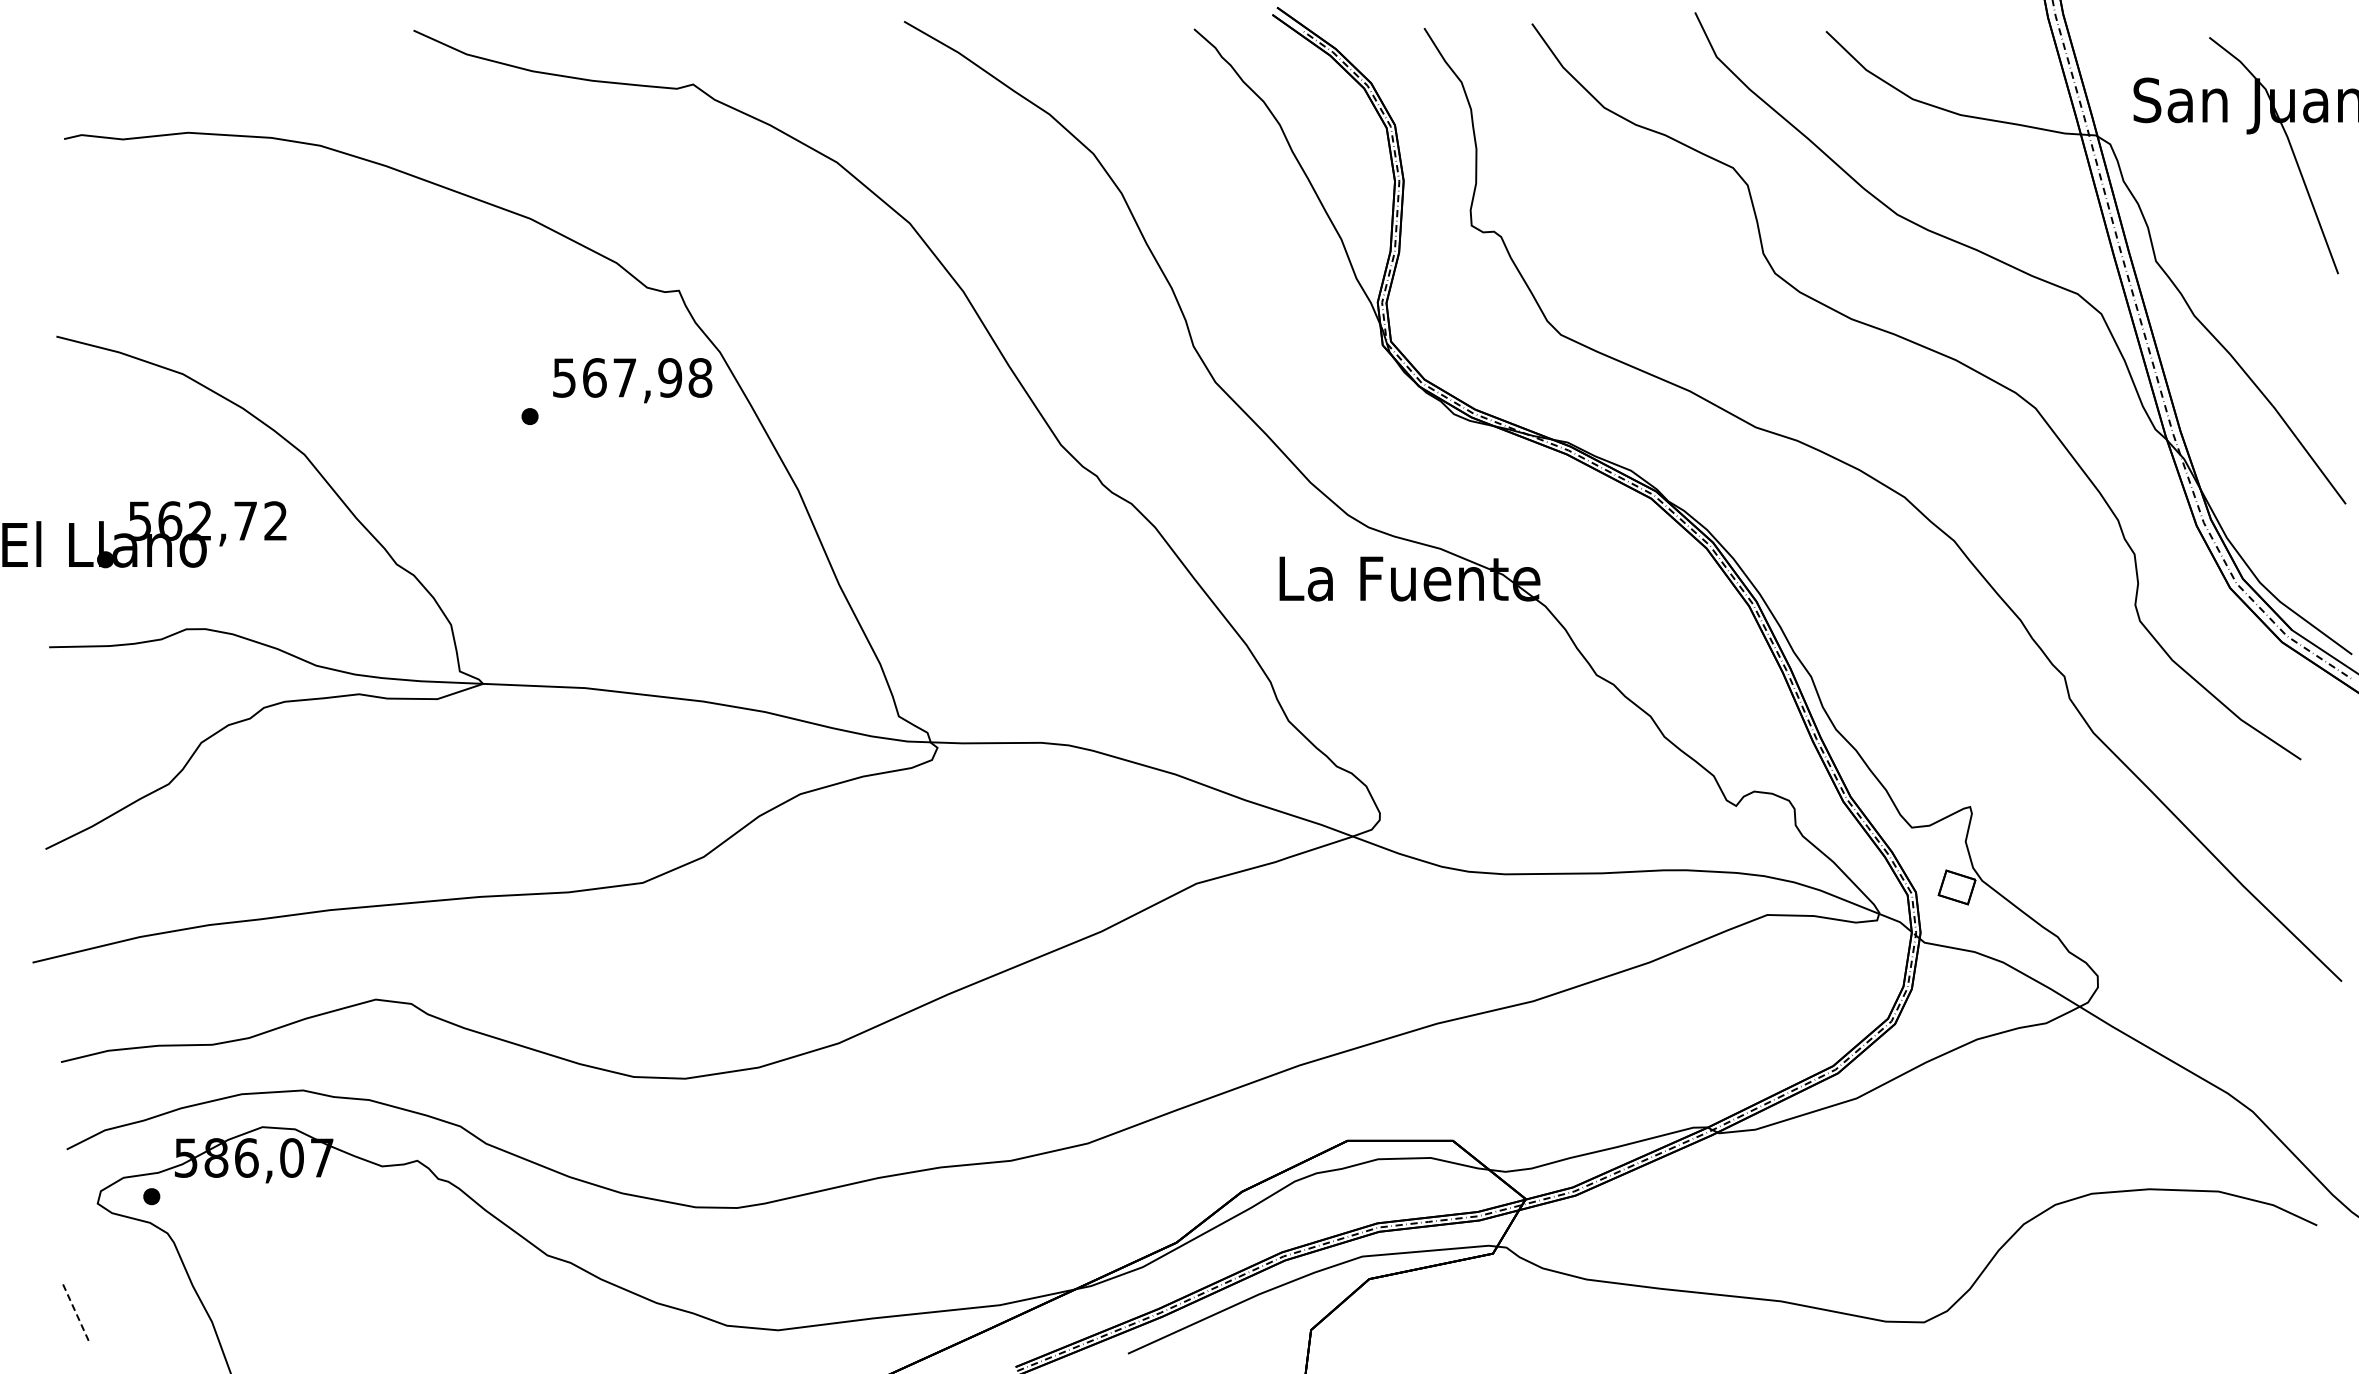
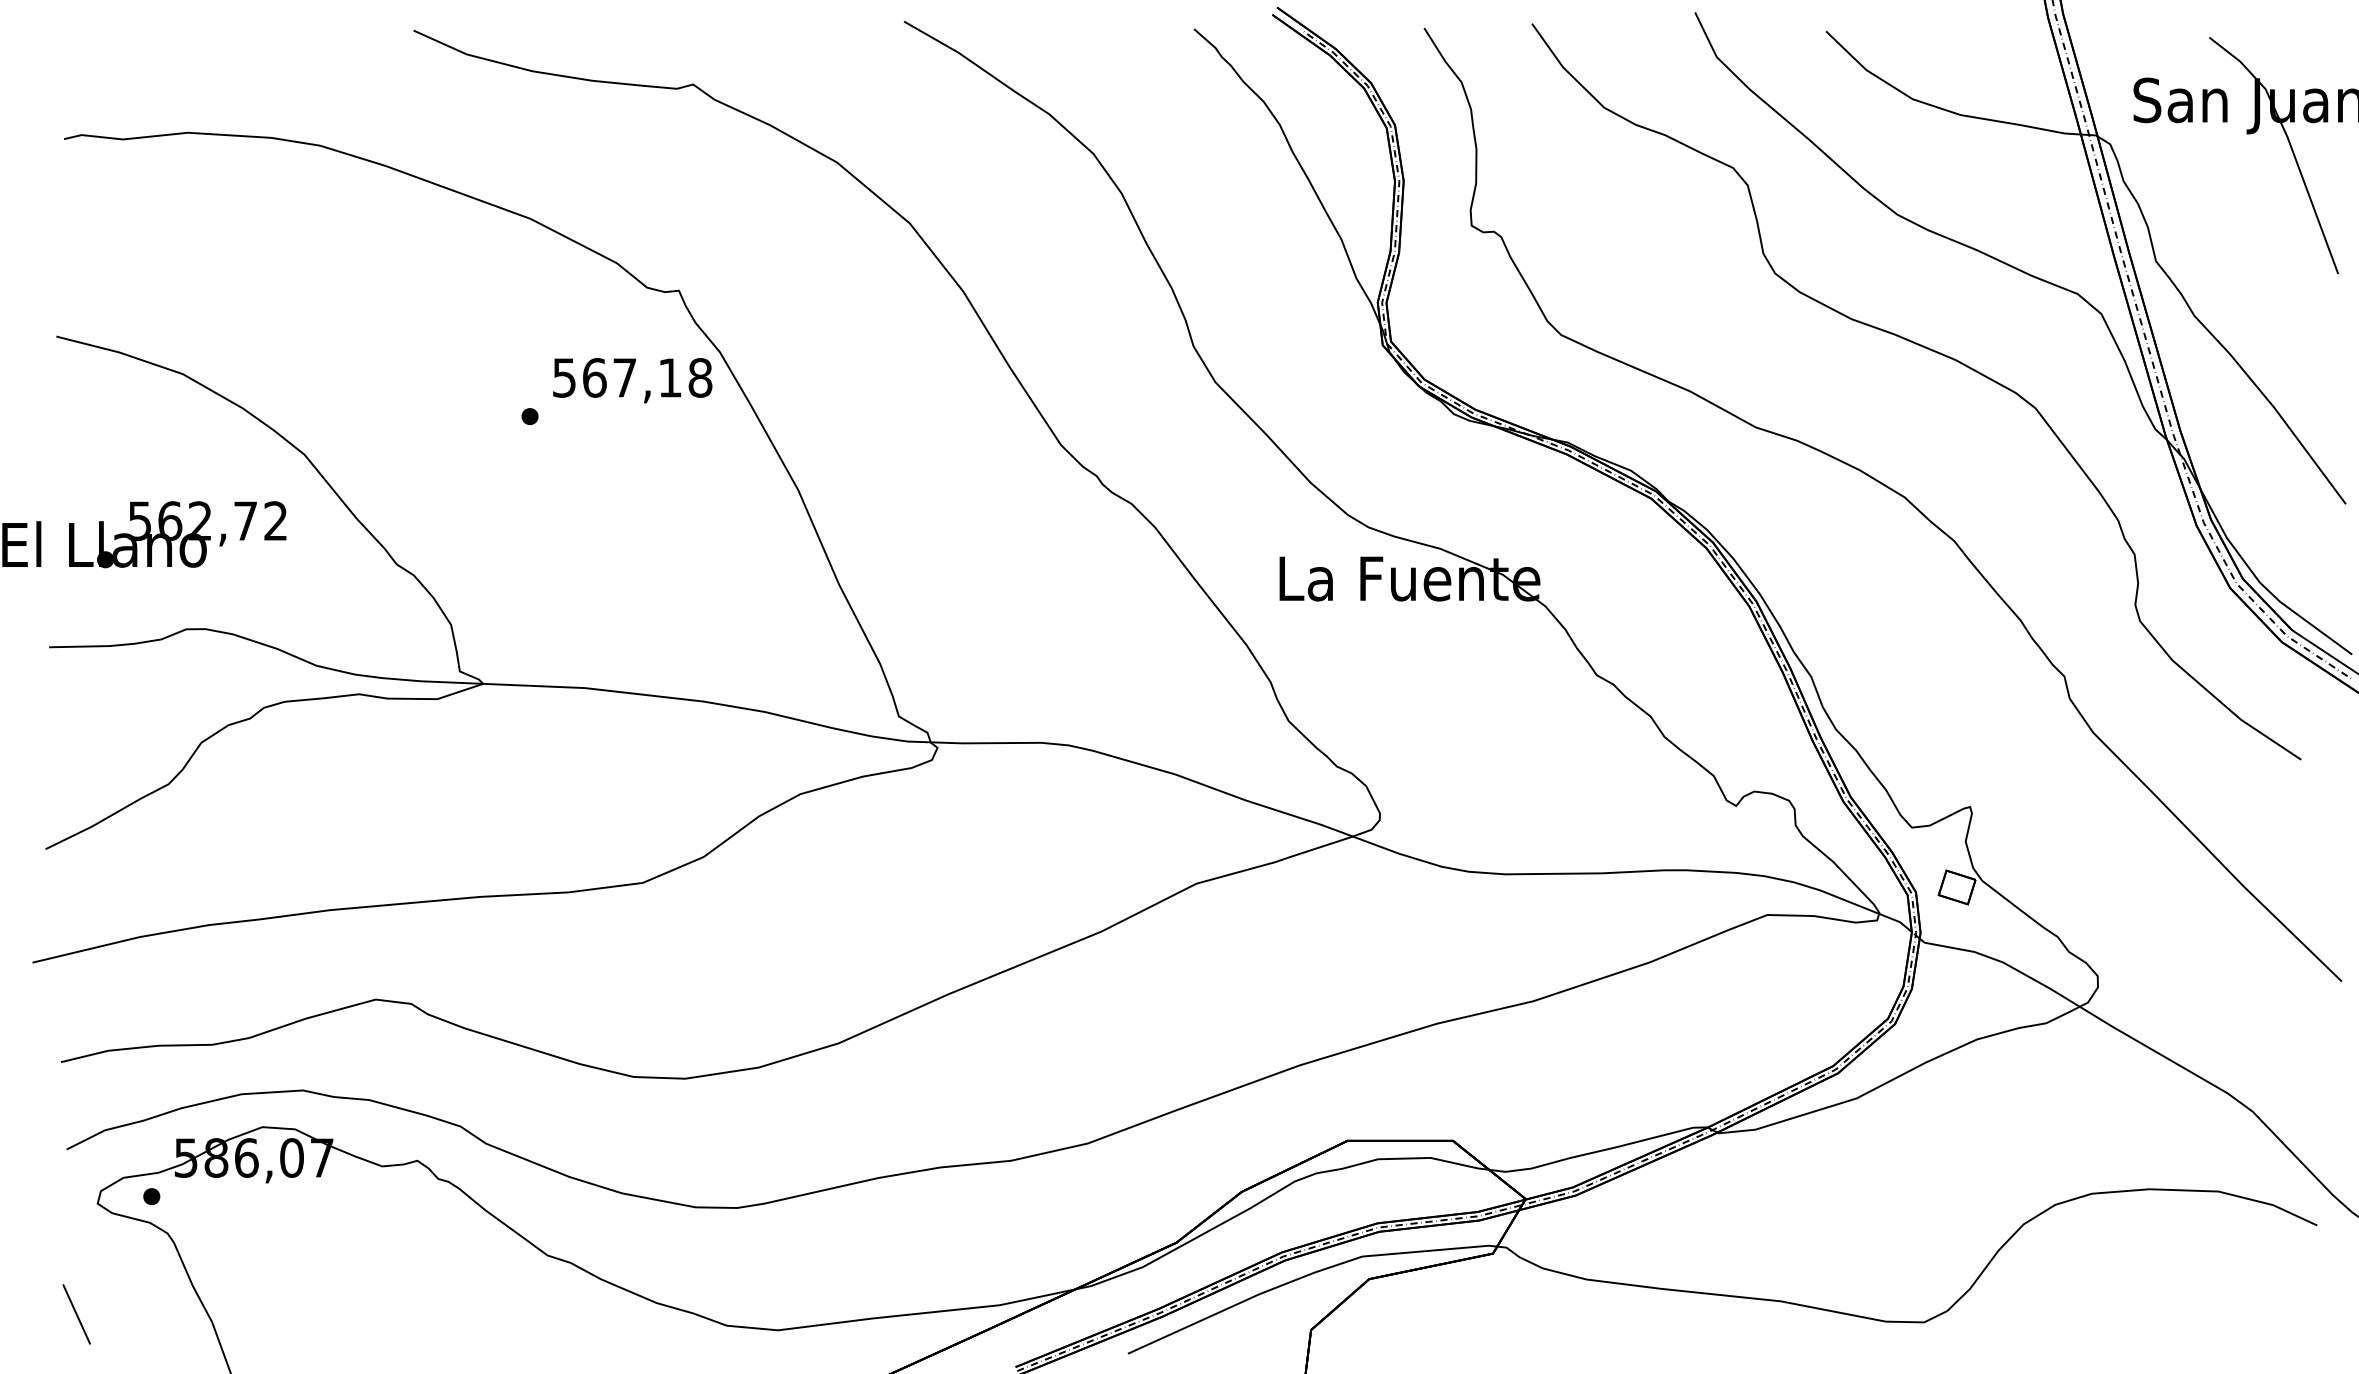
text at (670, 377): 567,98 -> 567,18
line at (76, 1314): dashed -> solid
